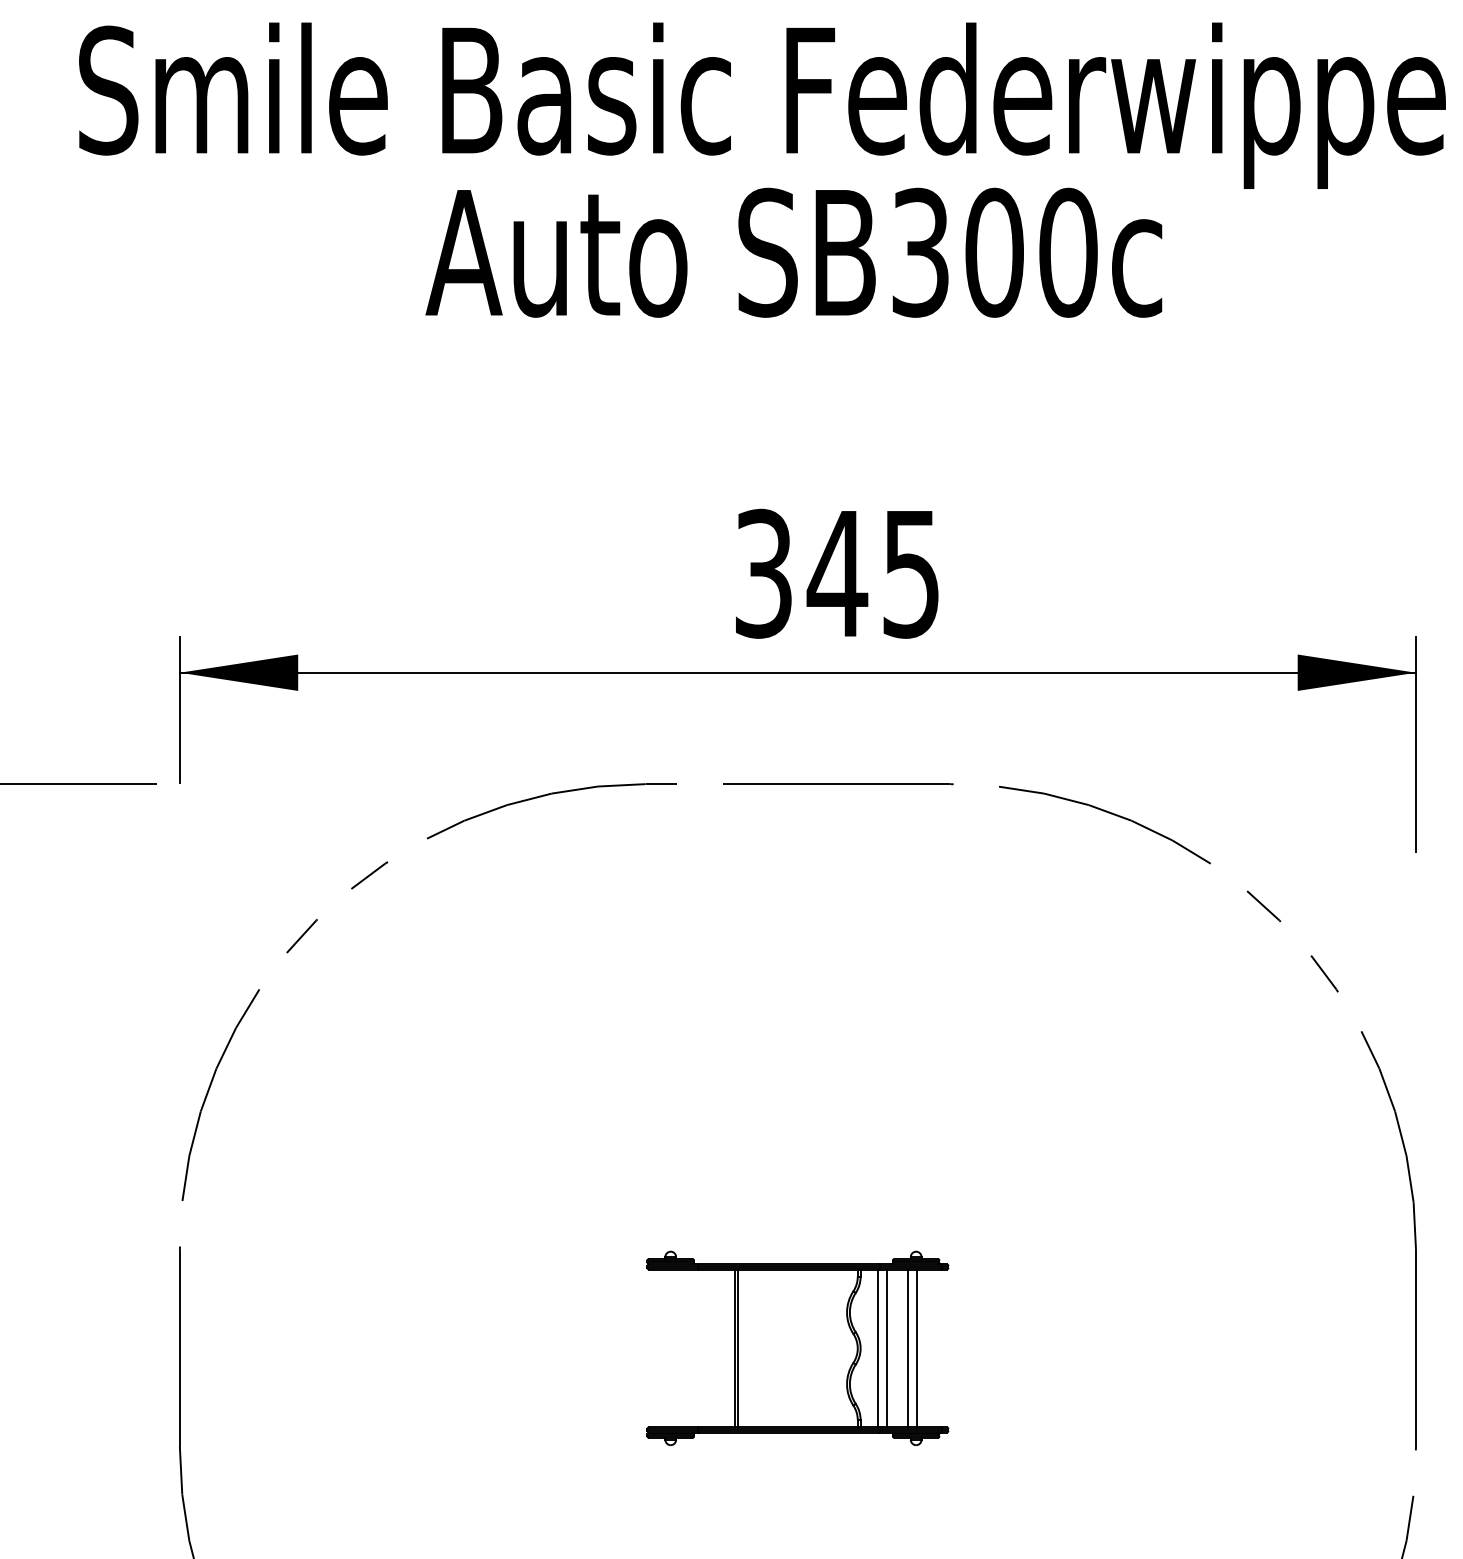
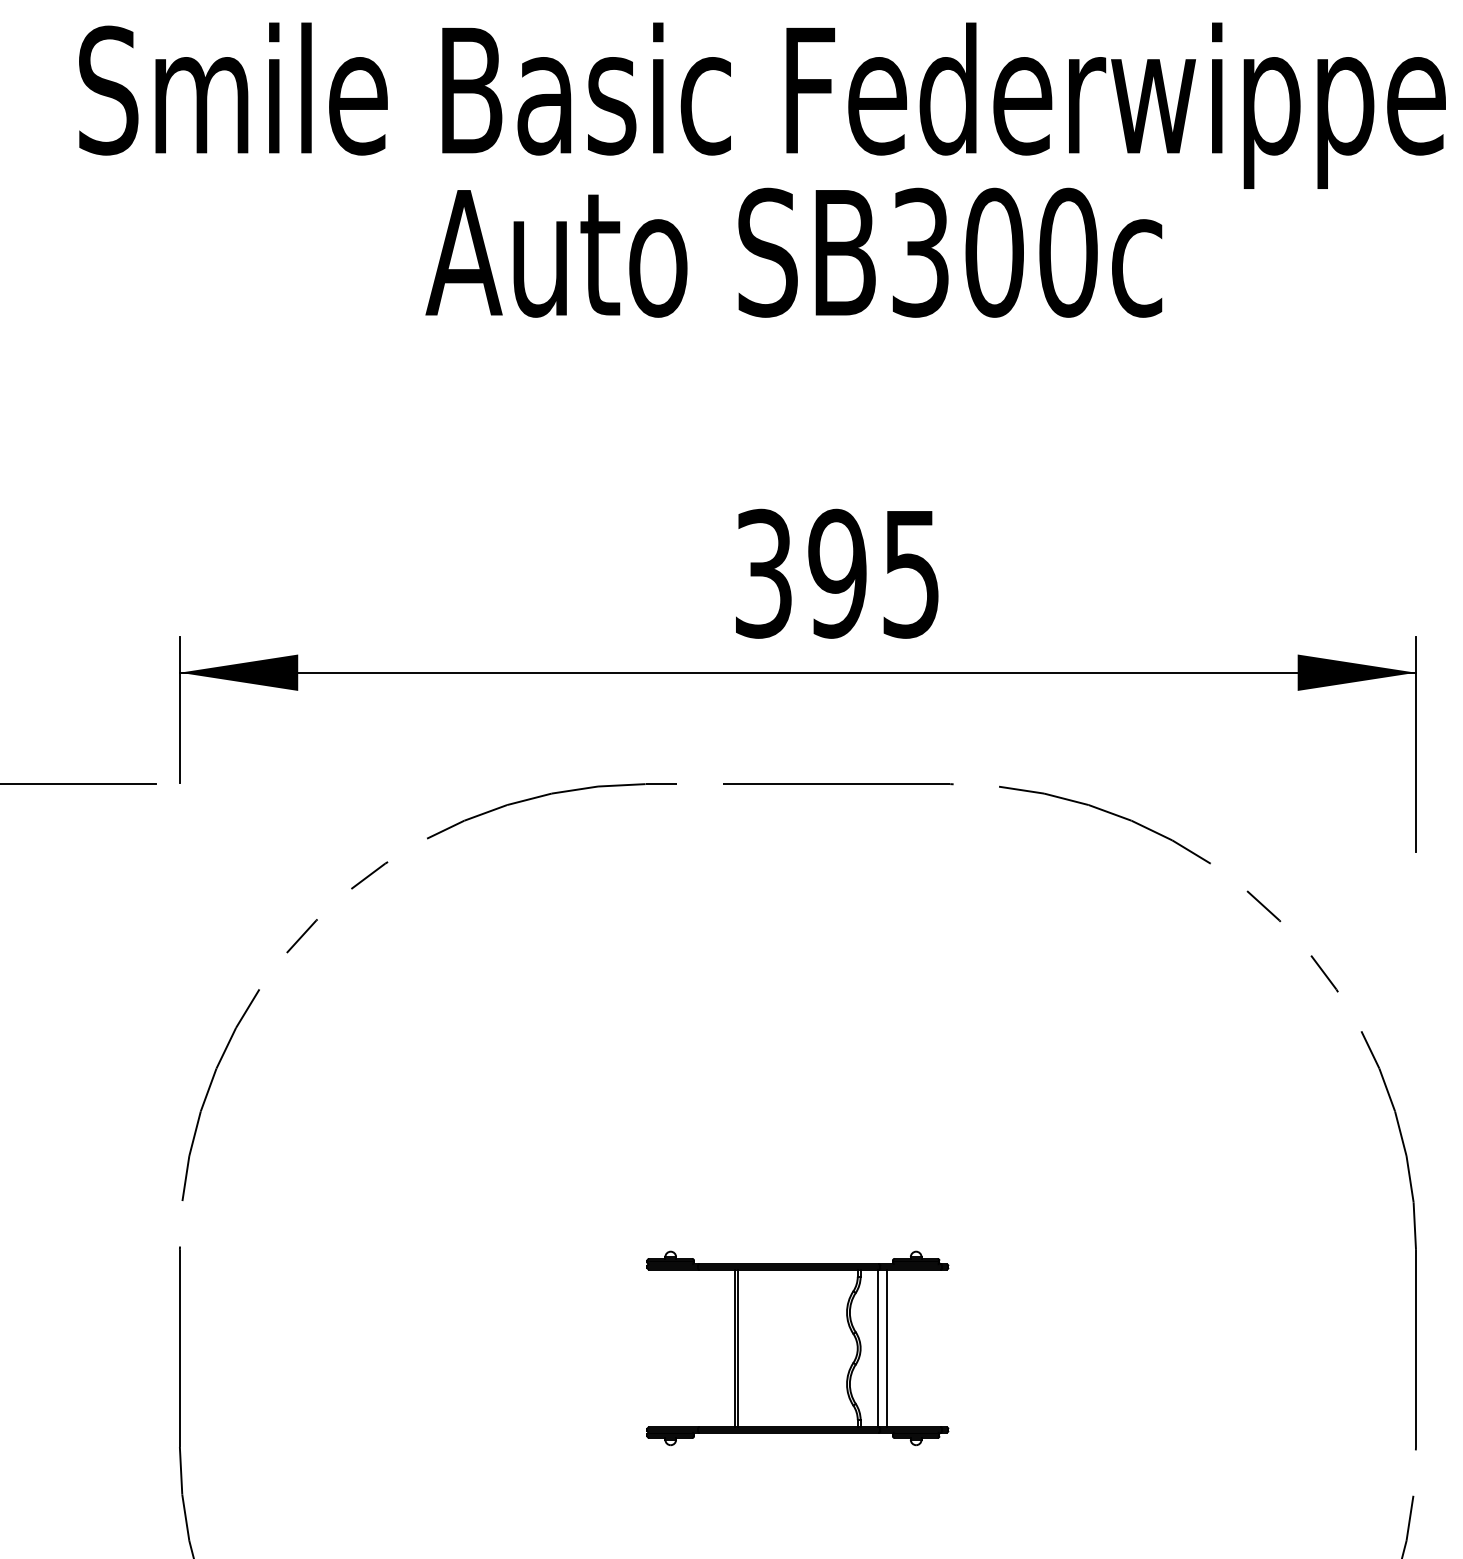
text at (837, 573): 345 -> 395
line at (908, 1348): present -> none
line at (917, 1348): present -> none
